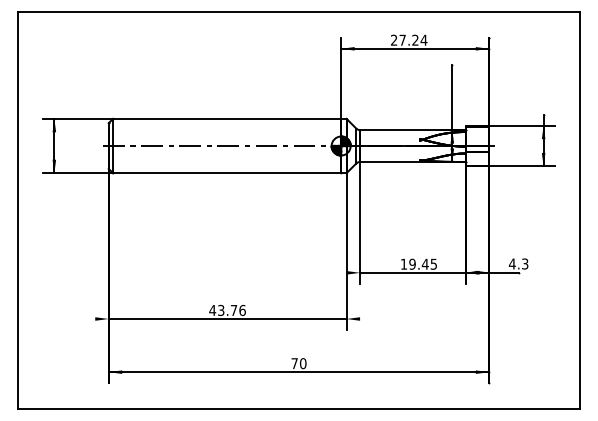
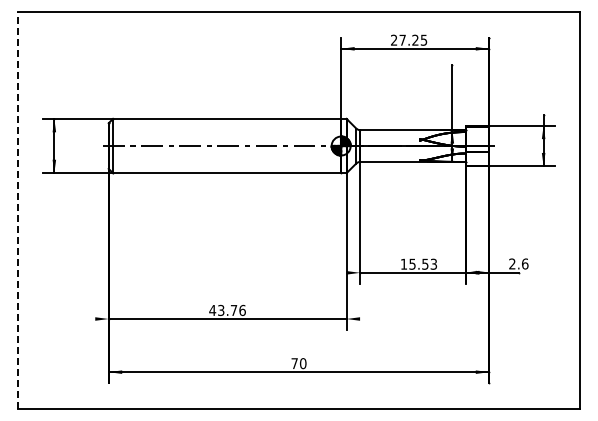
text at (423, 39): 27.24 -> 27.25
line at (17, 210): solid -> dashed
text at (422, 263): 19.45 -> 15.53
text at (518, 263): 4.3 -> 2.6
